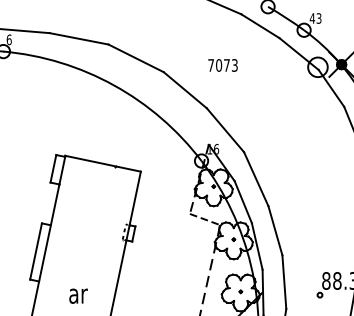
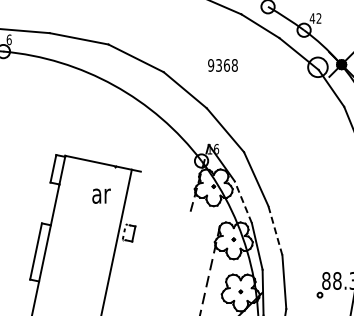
text at (318, 18): 43 -> 42
text at (222, 65): 7073 -> 9368
line at (243, 202): solid -> dashed
line at (204, 219): present -> none
line at (275, 230): solid -> dashed
line at (125, 241) position: (125, 241) -> (116, 240)
text at (78, 295) position: (78, 295) -> (101, 195)
